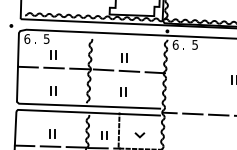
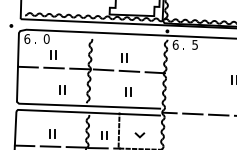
text at (46, 38): 5 -> 0
part at (53, 90) position: (53, 90) -> (62, 89)
part at (123, 91) position: (123, 91) -> (128, 91)
